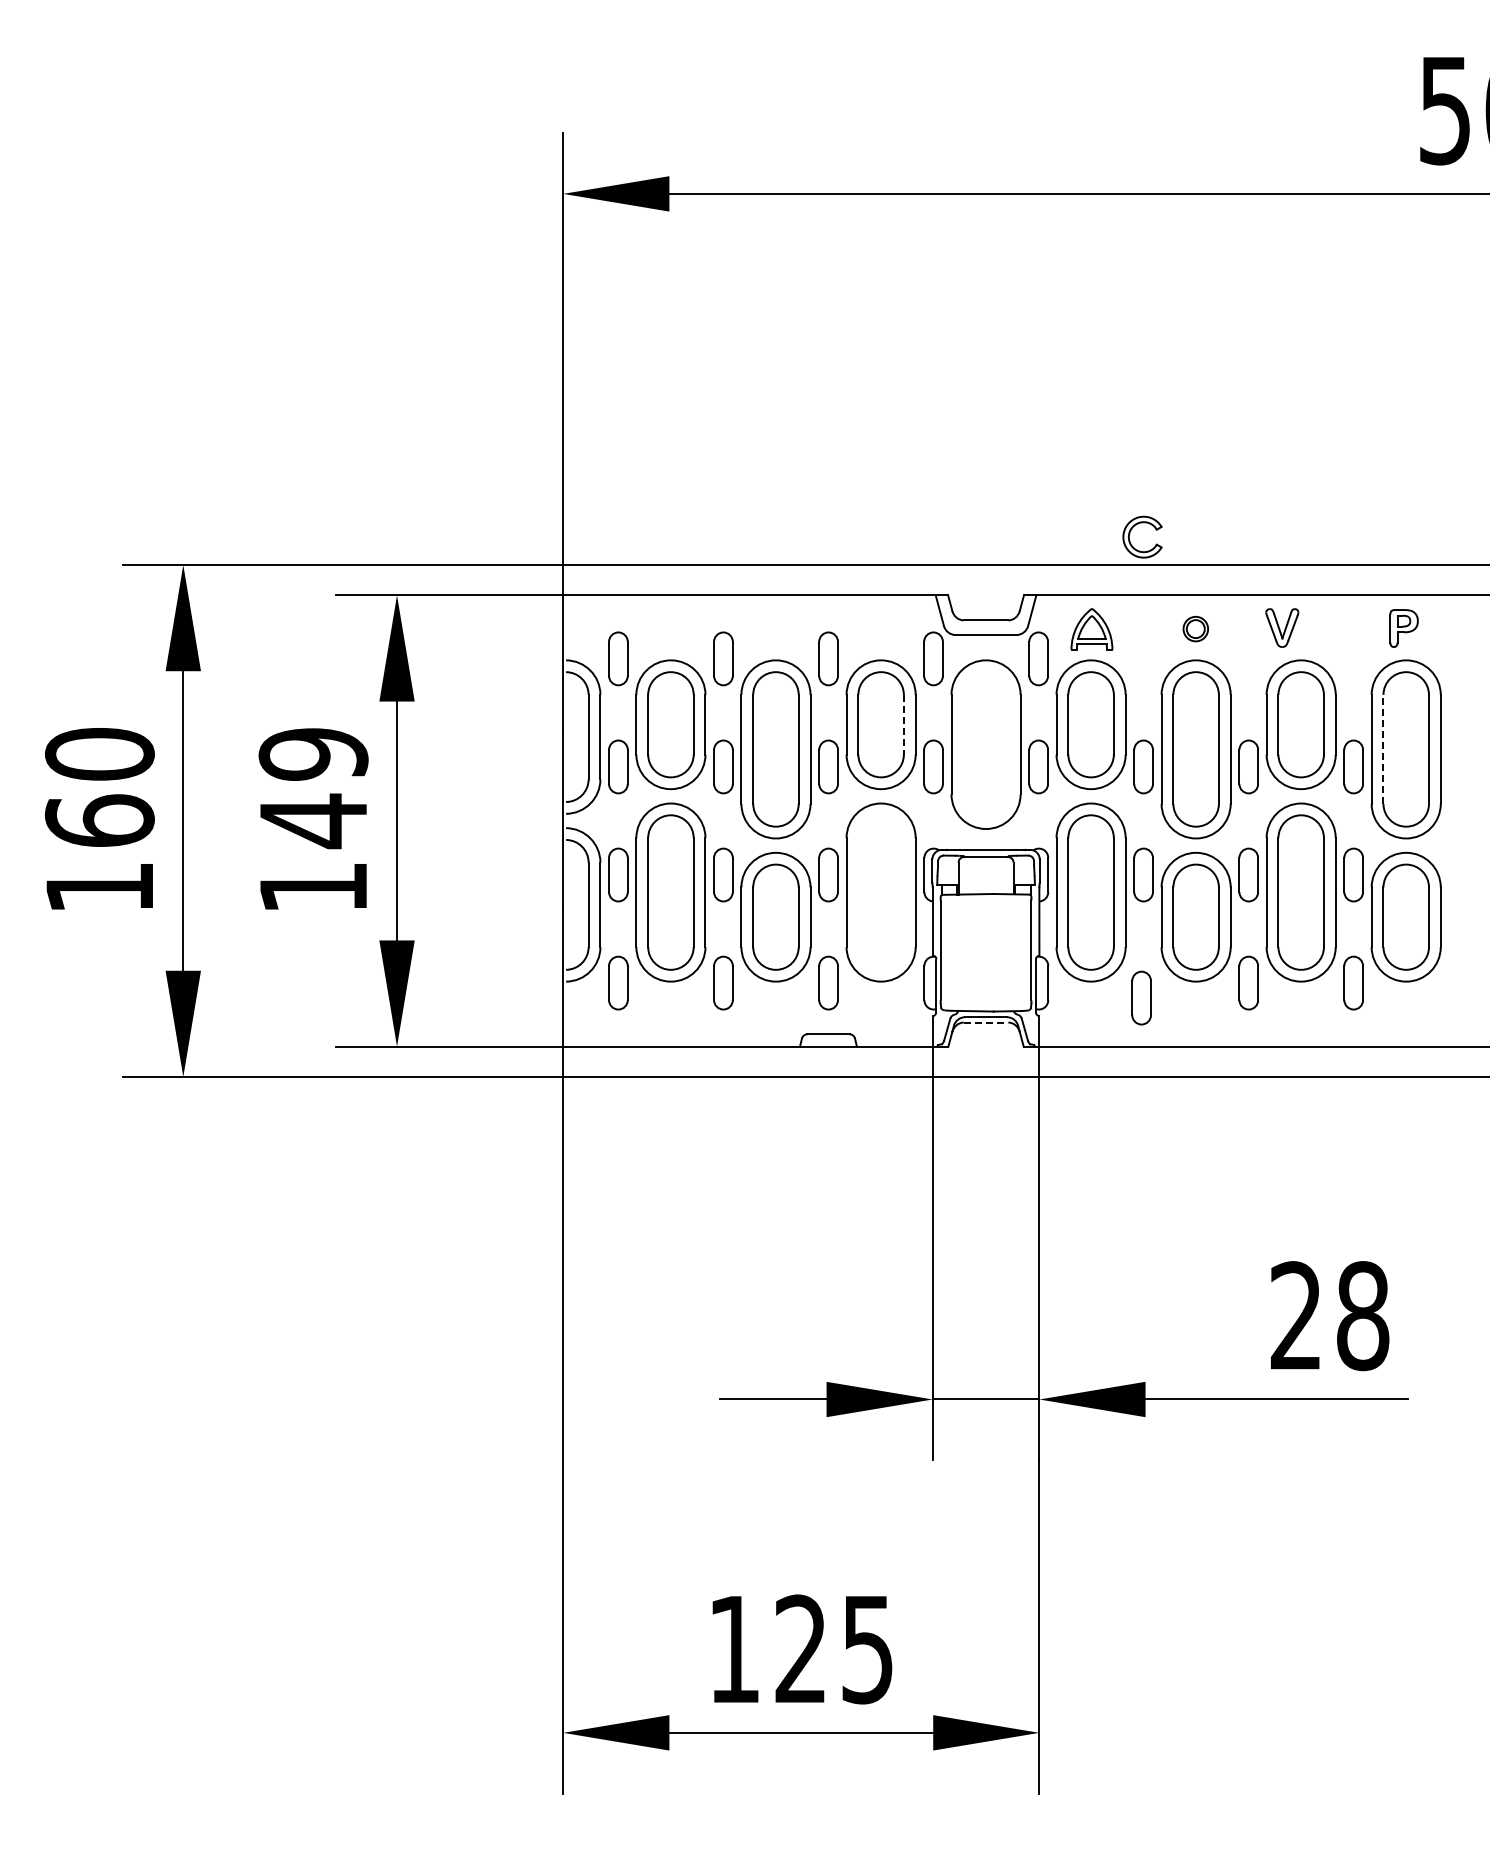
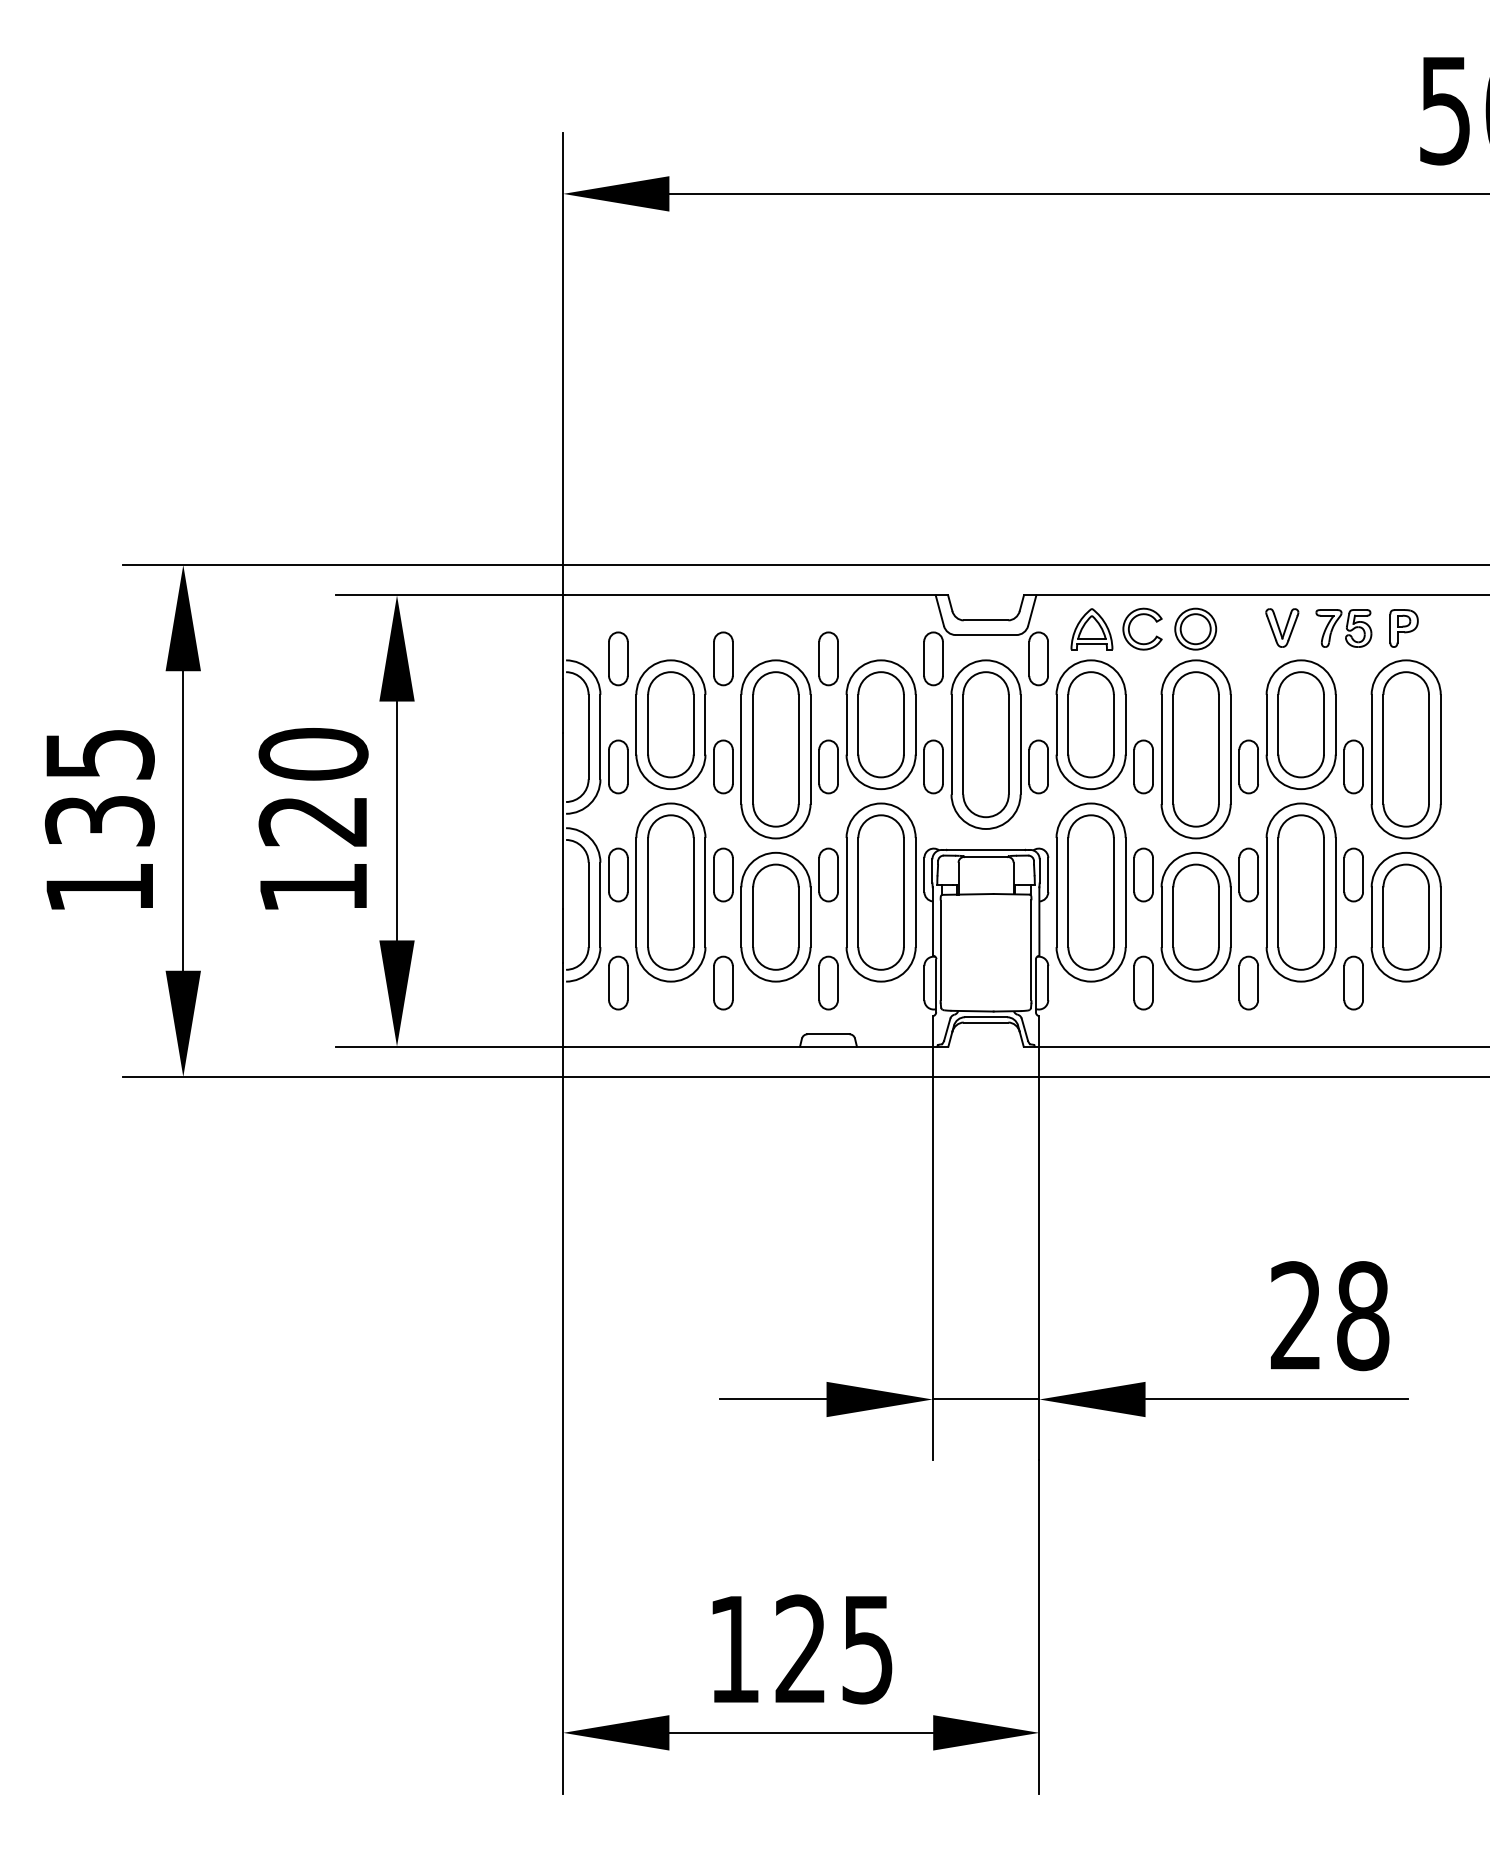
part at (1132, 529) position: (1132, 529) -> (1132, 621)
part at (1195, 628) size: 27x28 px -> 44x44 px
part at (1343, 628): none -> present
line at (903, 724): dashed -> solid
part at (985, 744): none -> present
line at (1383, 749): dashed -> solid
text at (99, 787): 160 -> 135
text at (313, 788): 149 -> 120
part at (880, 892): none -> present
part at (1141, 997) position: (1141, 997) -> (1143, 982)
line at (986, 1022): dashed -> solid
